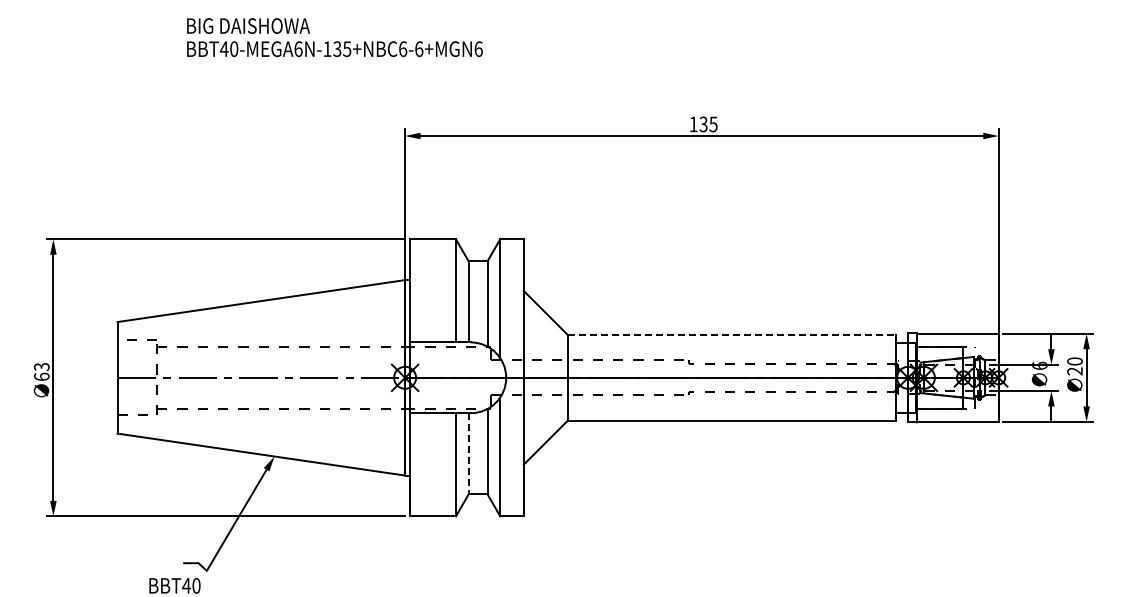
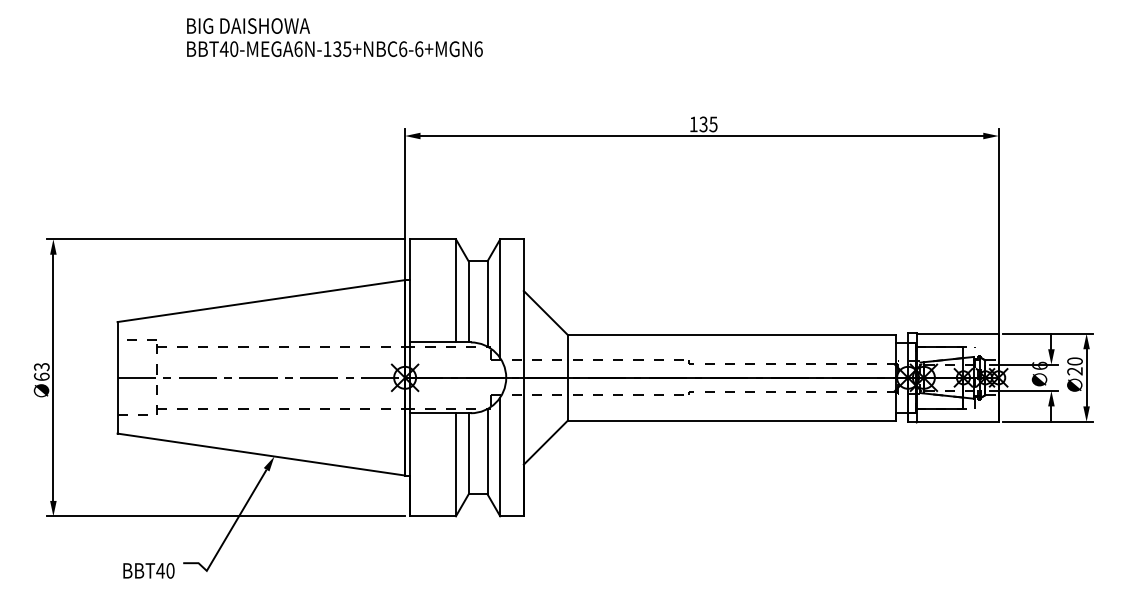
line at (731, 334): dashed -> solid
line at (468, 453): dashed -> solid
text at (174, 585) position: (174, 585) -> (148, 570)
